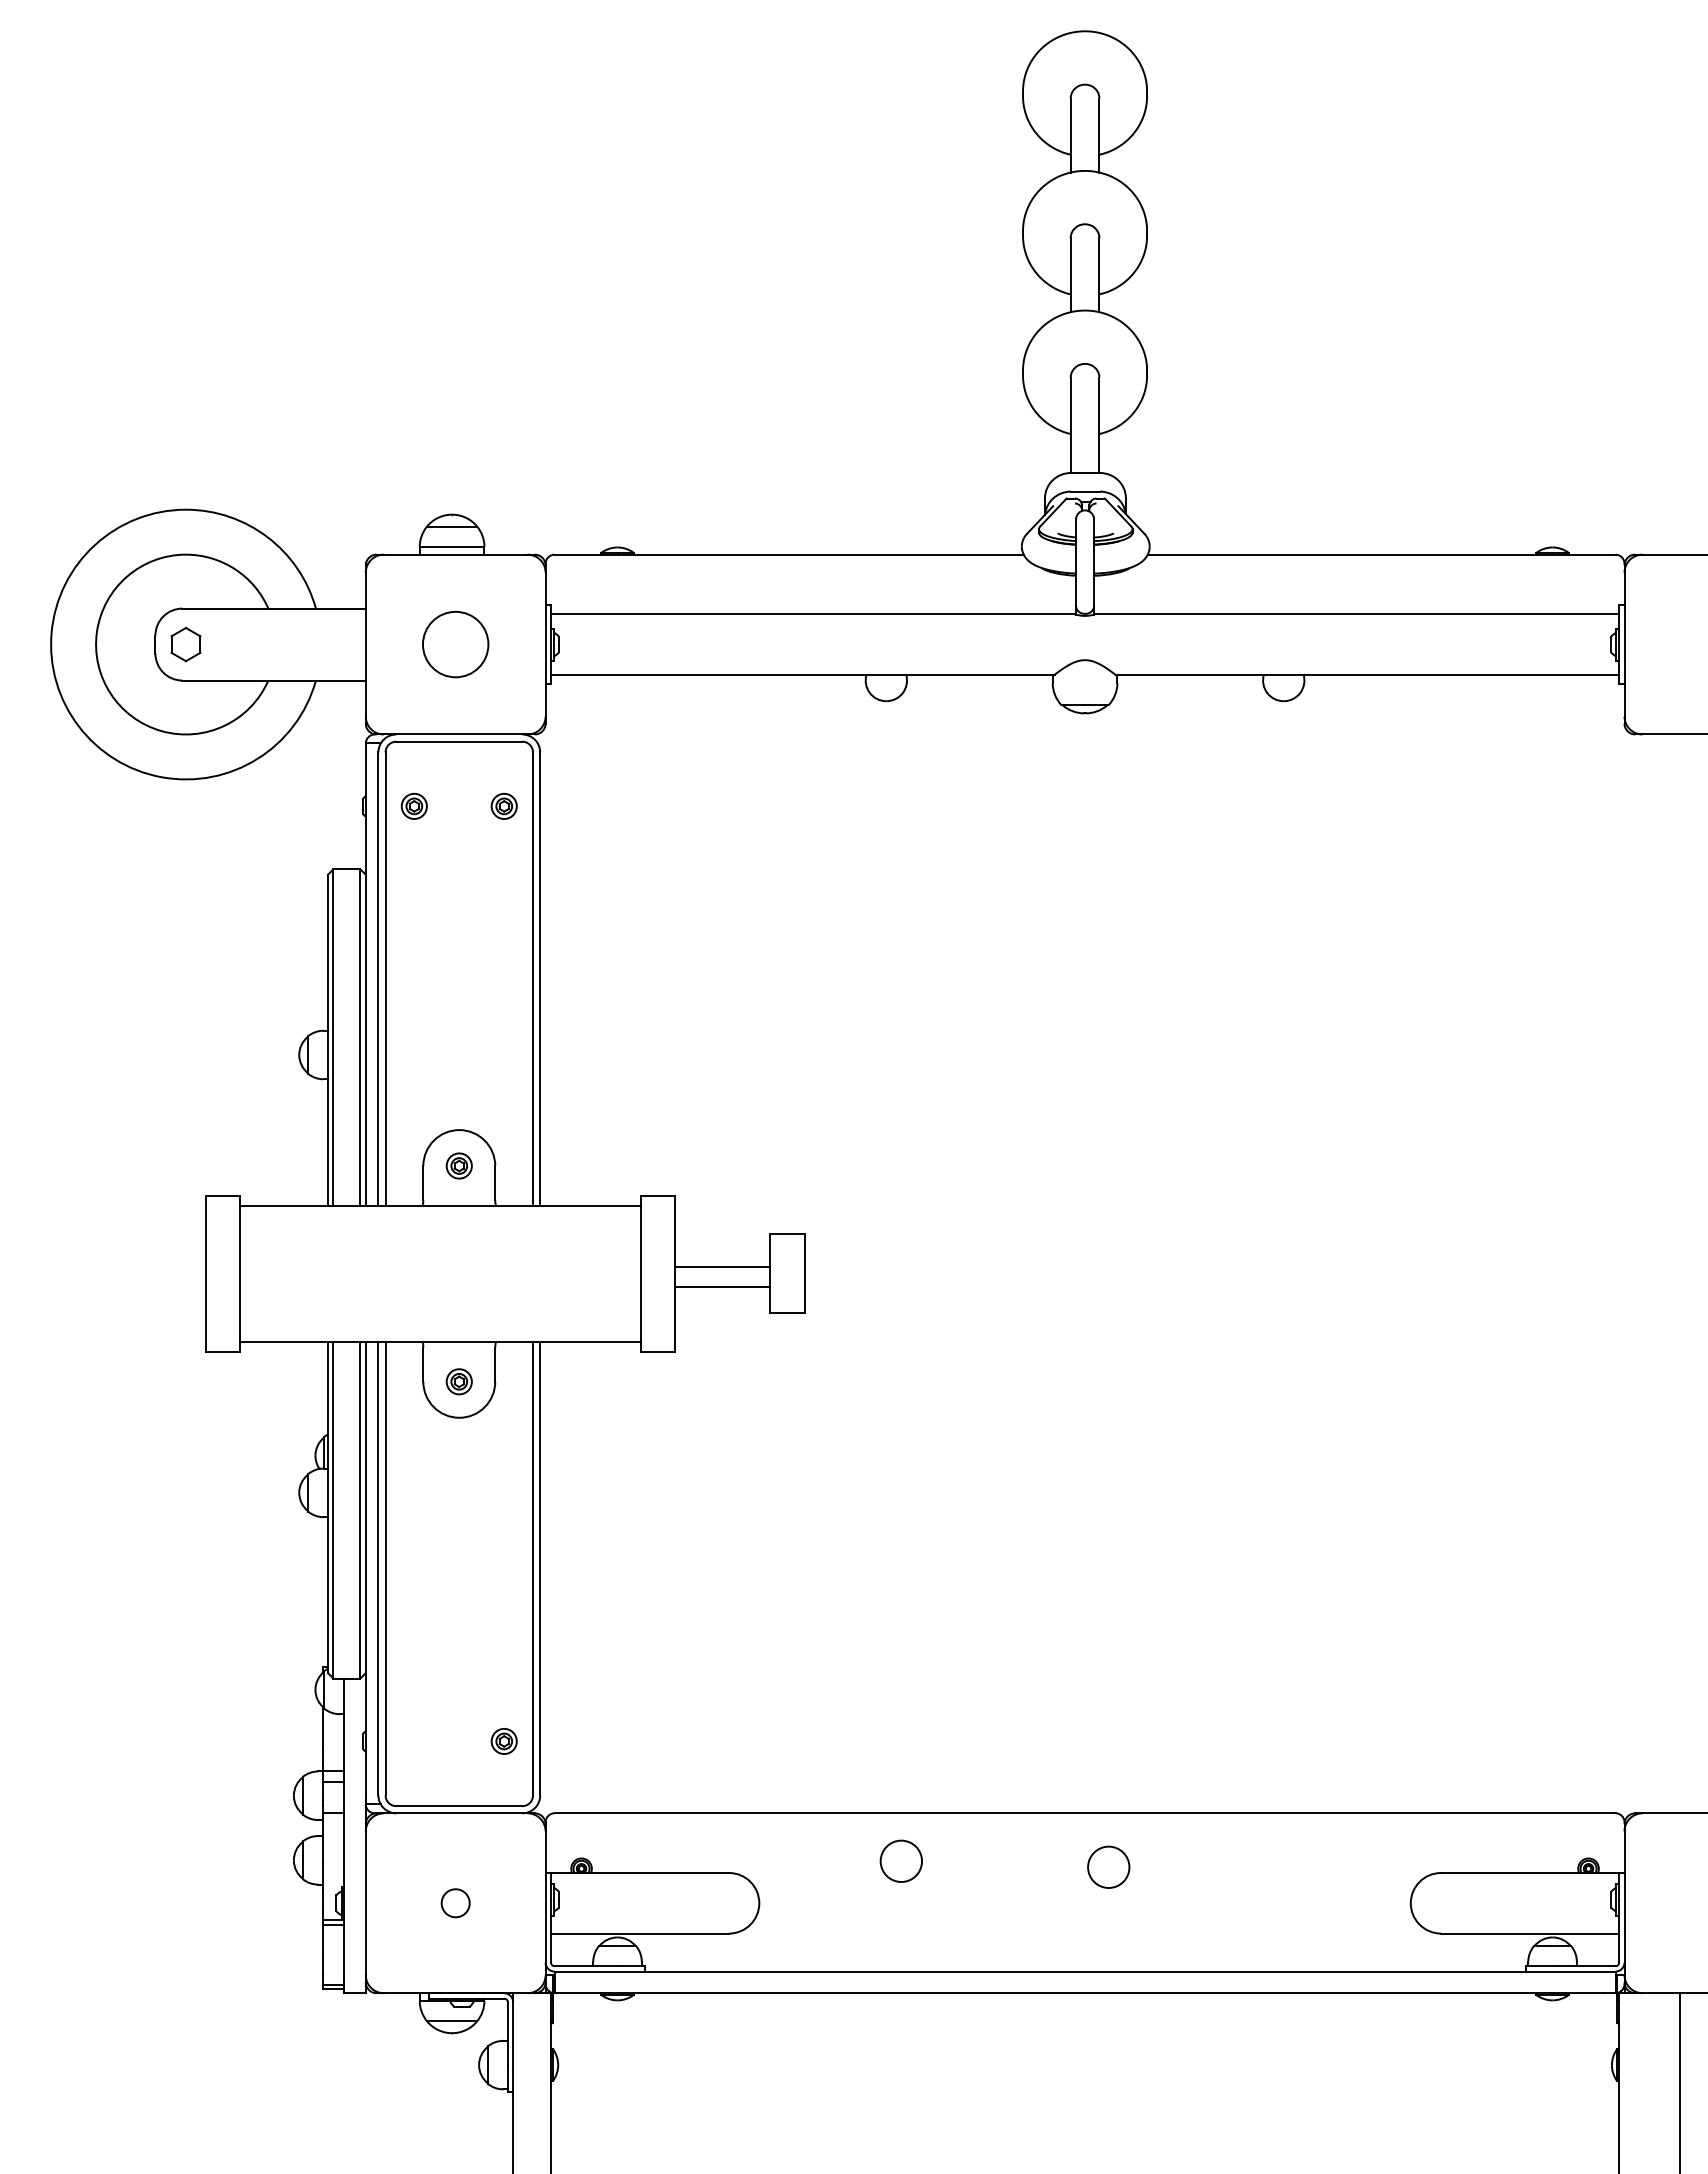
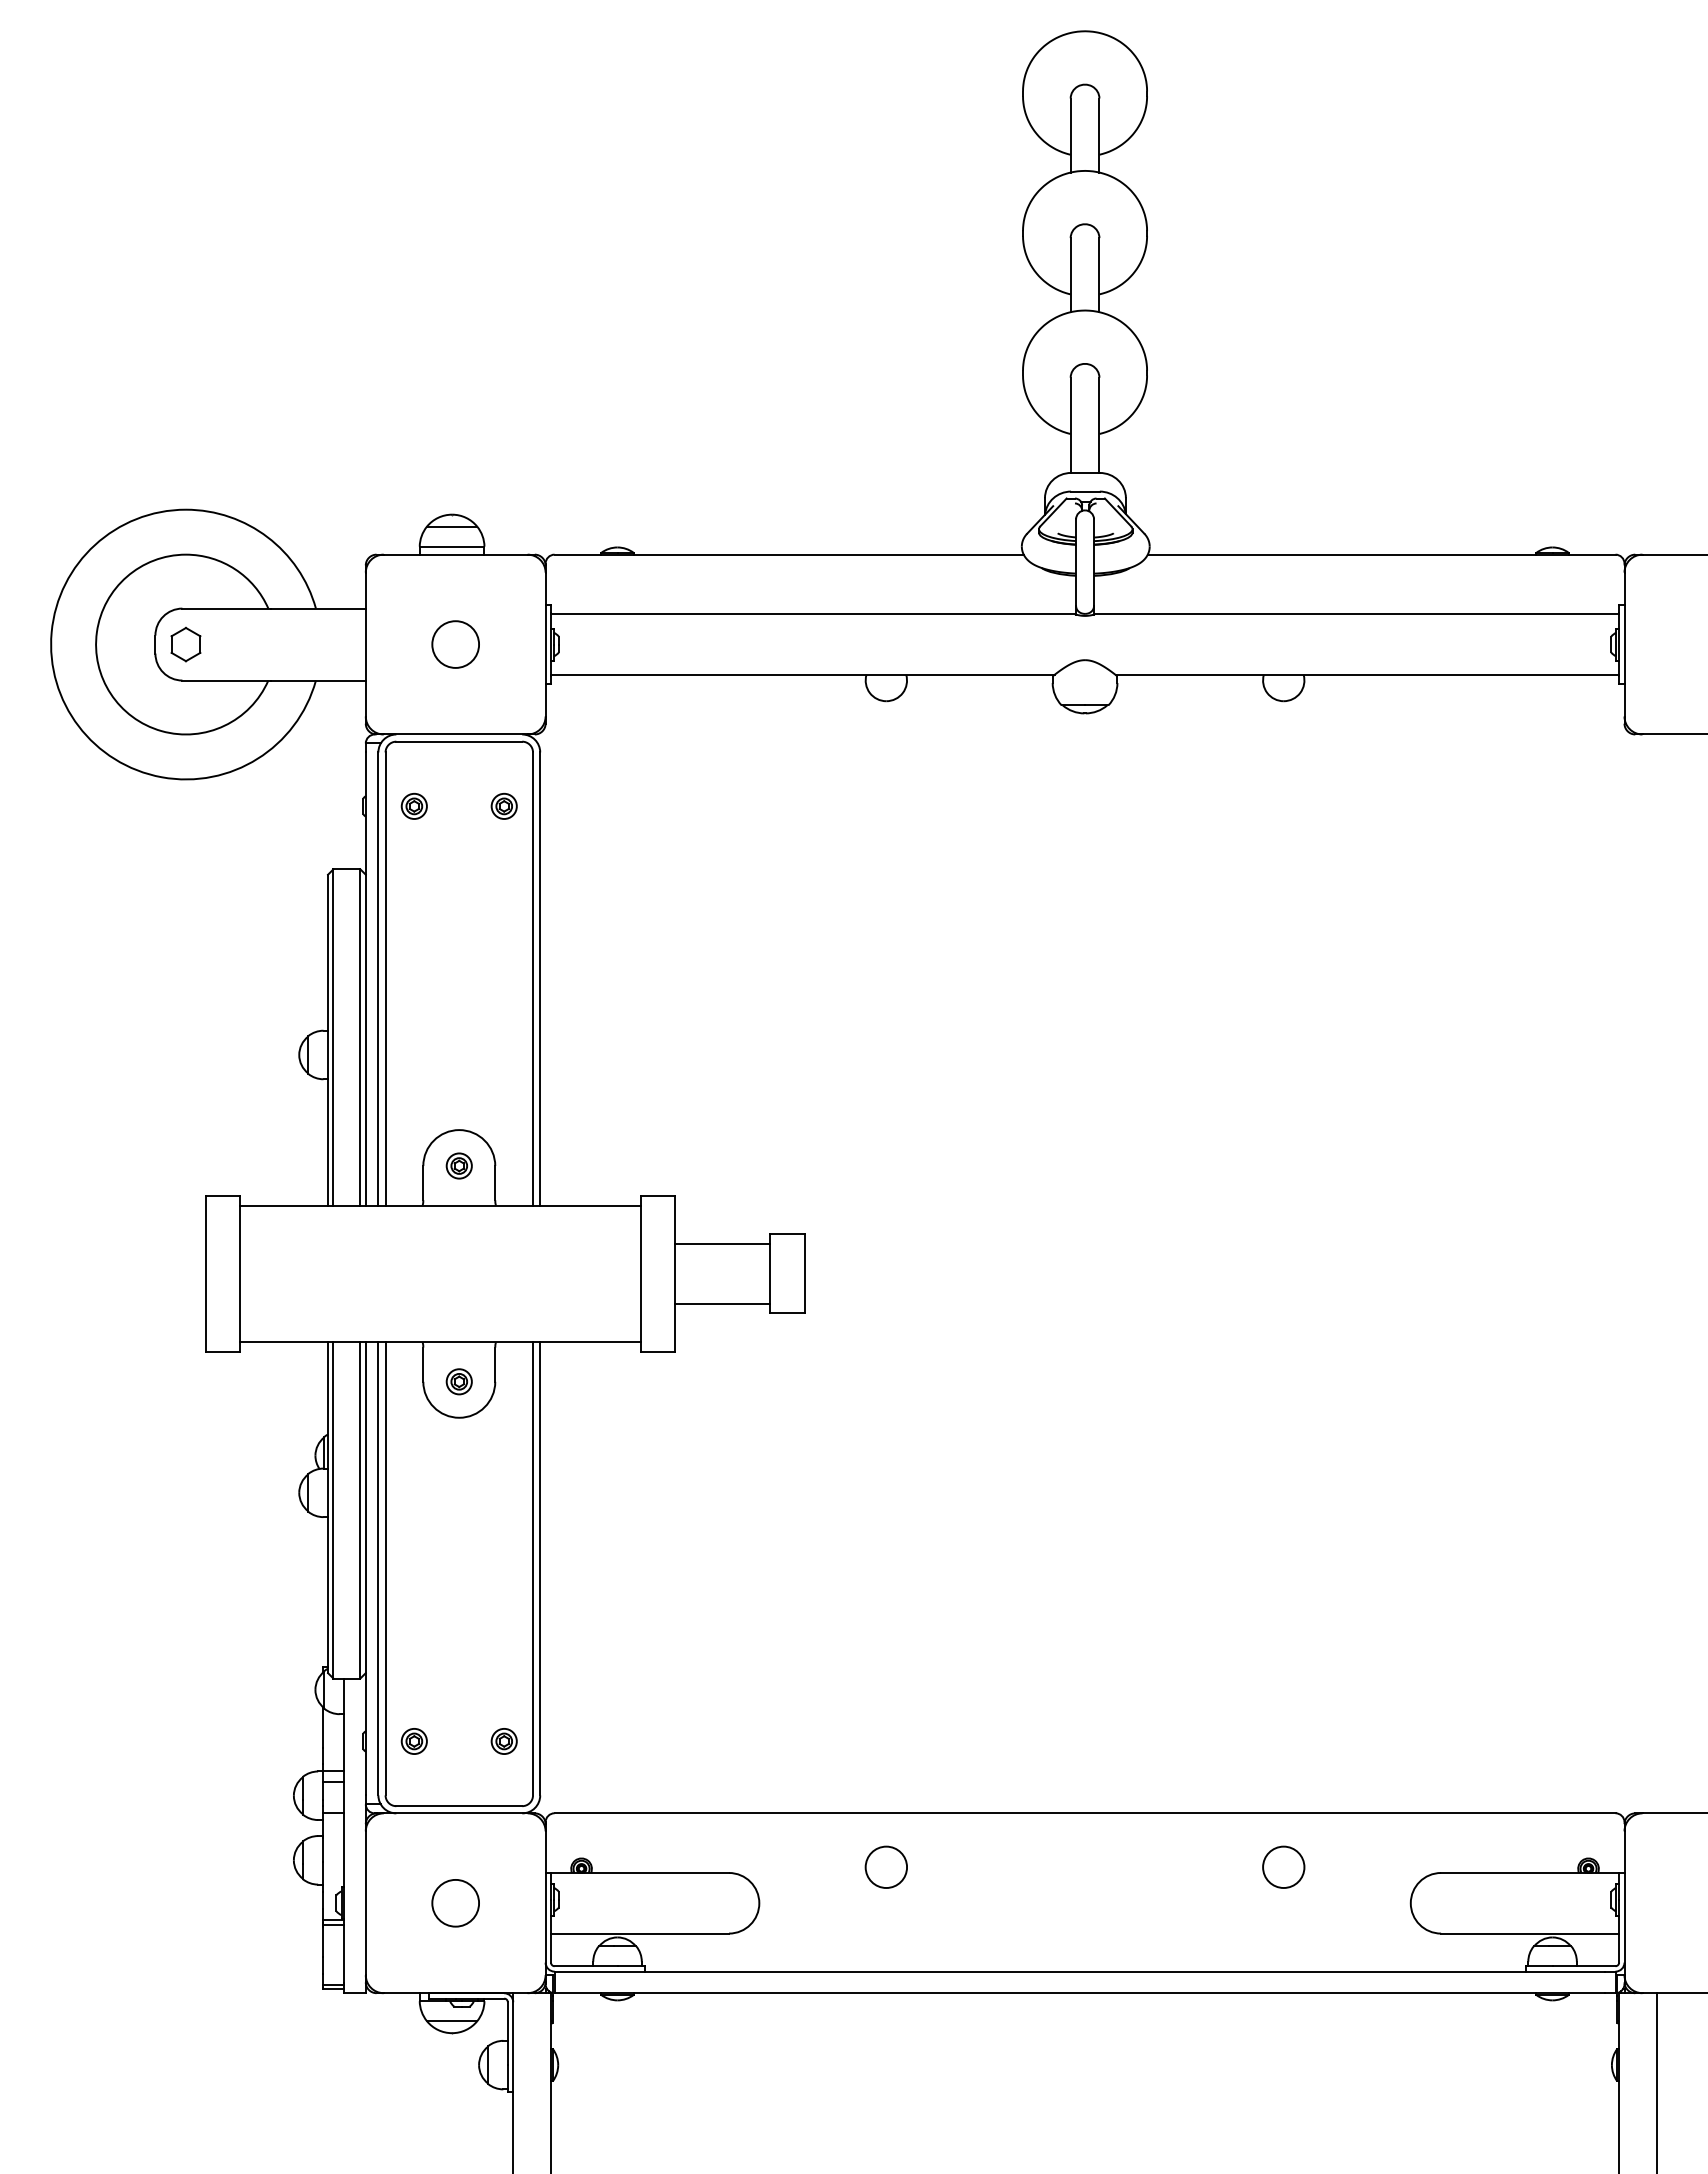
circle at (455, 644) diameter: 65 px -> 47 px
line at (722, 1266) position: (722, 1266) -> (722, 1243)
line at (722, 1287) position: (722, 1287) -> (722, 1304)
part at (413, 1741): none -> present
circle at (900, 1860) position: (900, 1860) -> (885, 1866)
circle at (1108, 1866) position: (1108, 1866) -> (1283, 1866)
circle at (455, 1903) diameter: 28 px -> 47 px
line at (1679, 2081) position: (1679, 2081) -> (1656, 2081)
